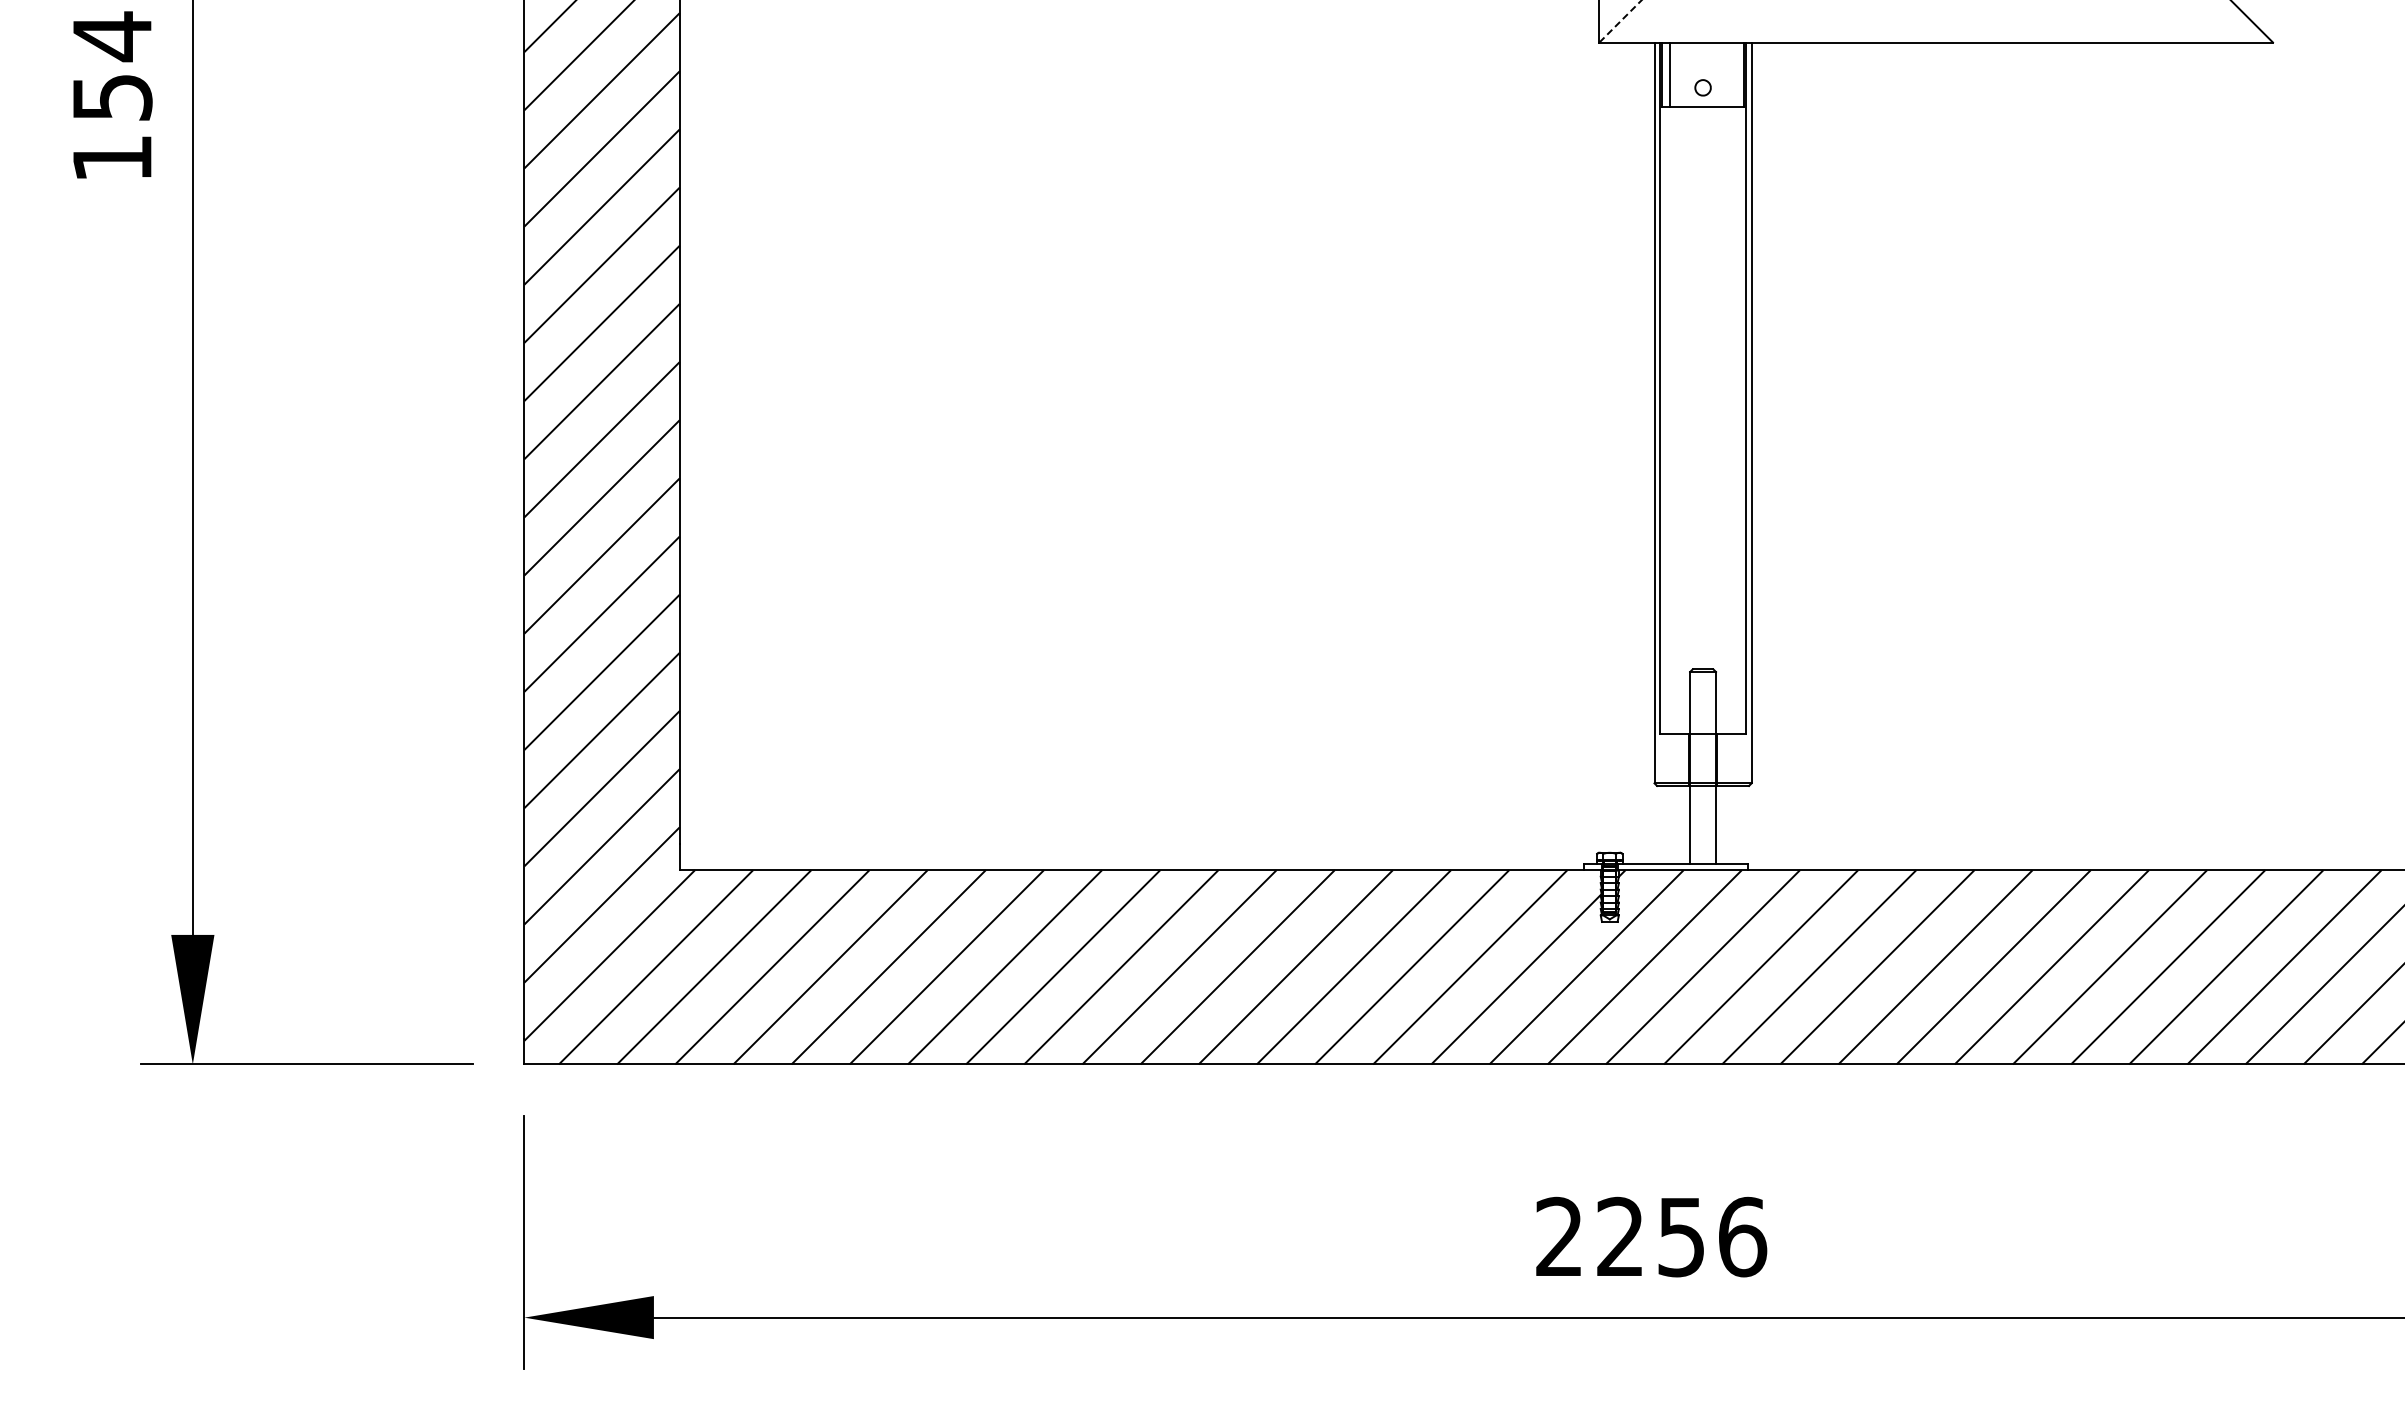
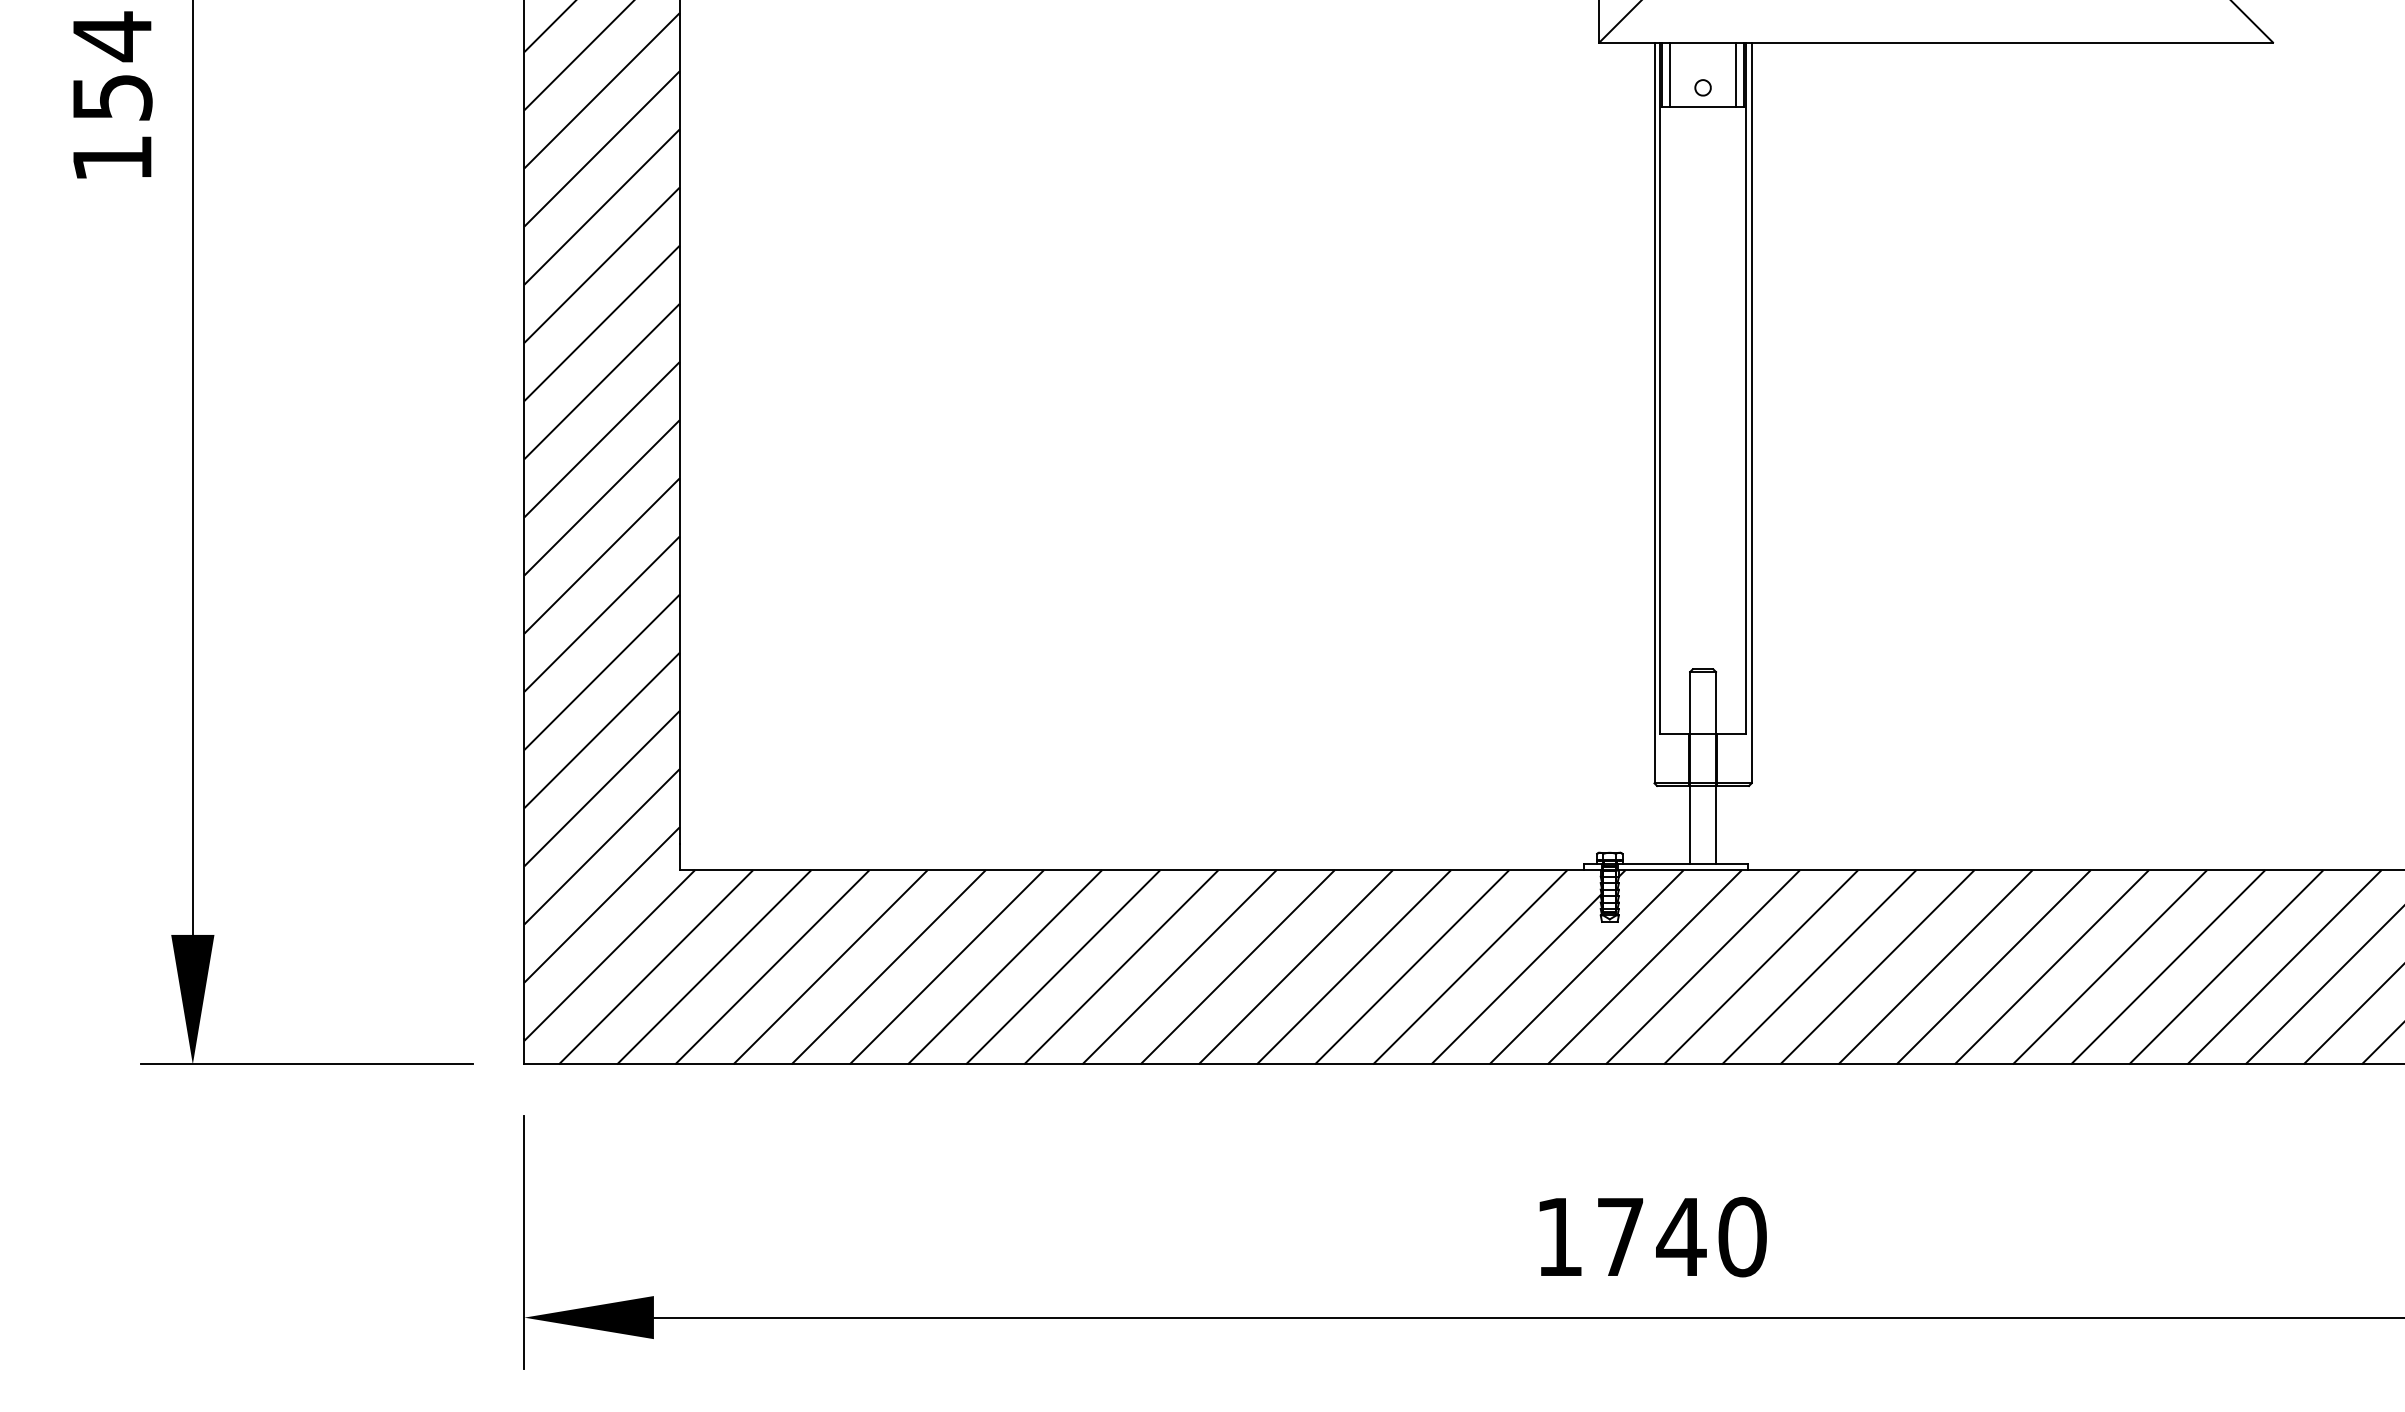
line at (1620, 21): dashed -> solid
line at (1736, 74): none -> present
text at (1651, 1236): 2256 -> 1740
